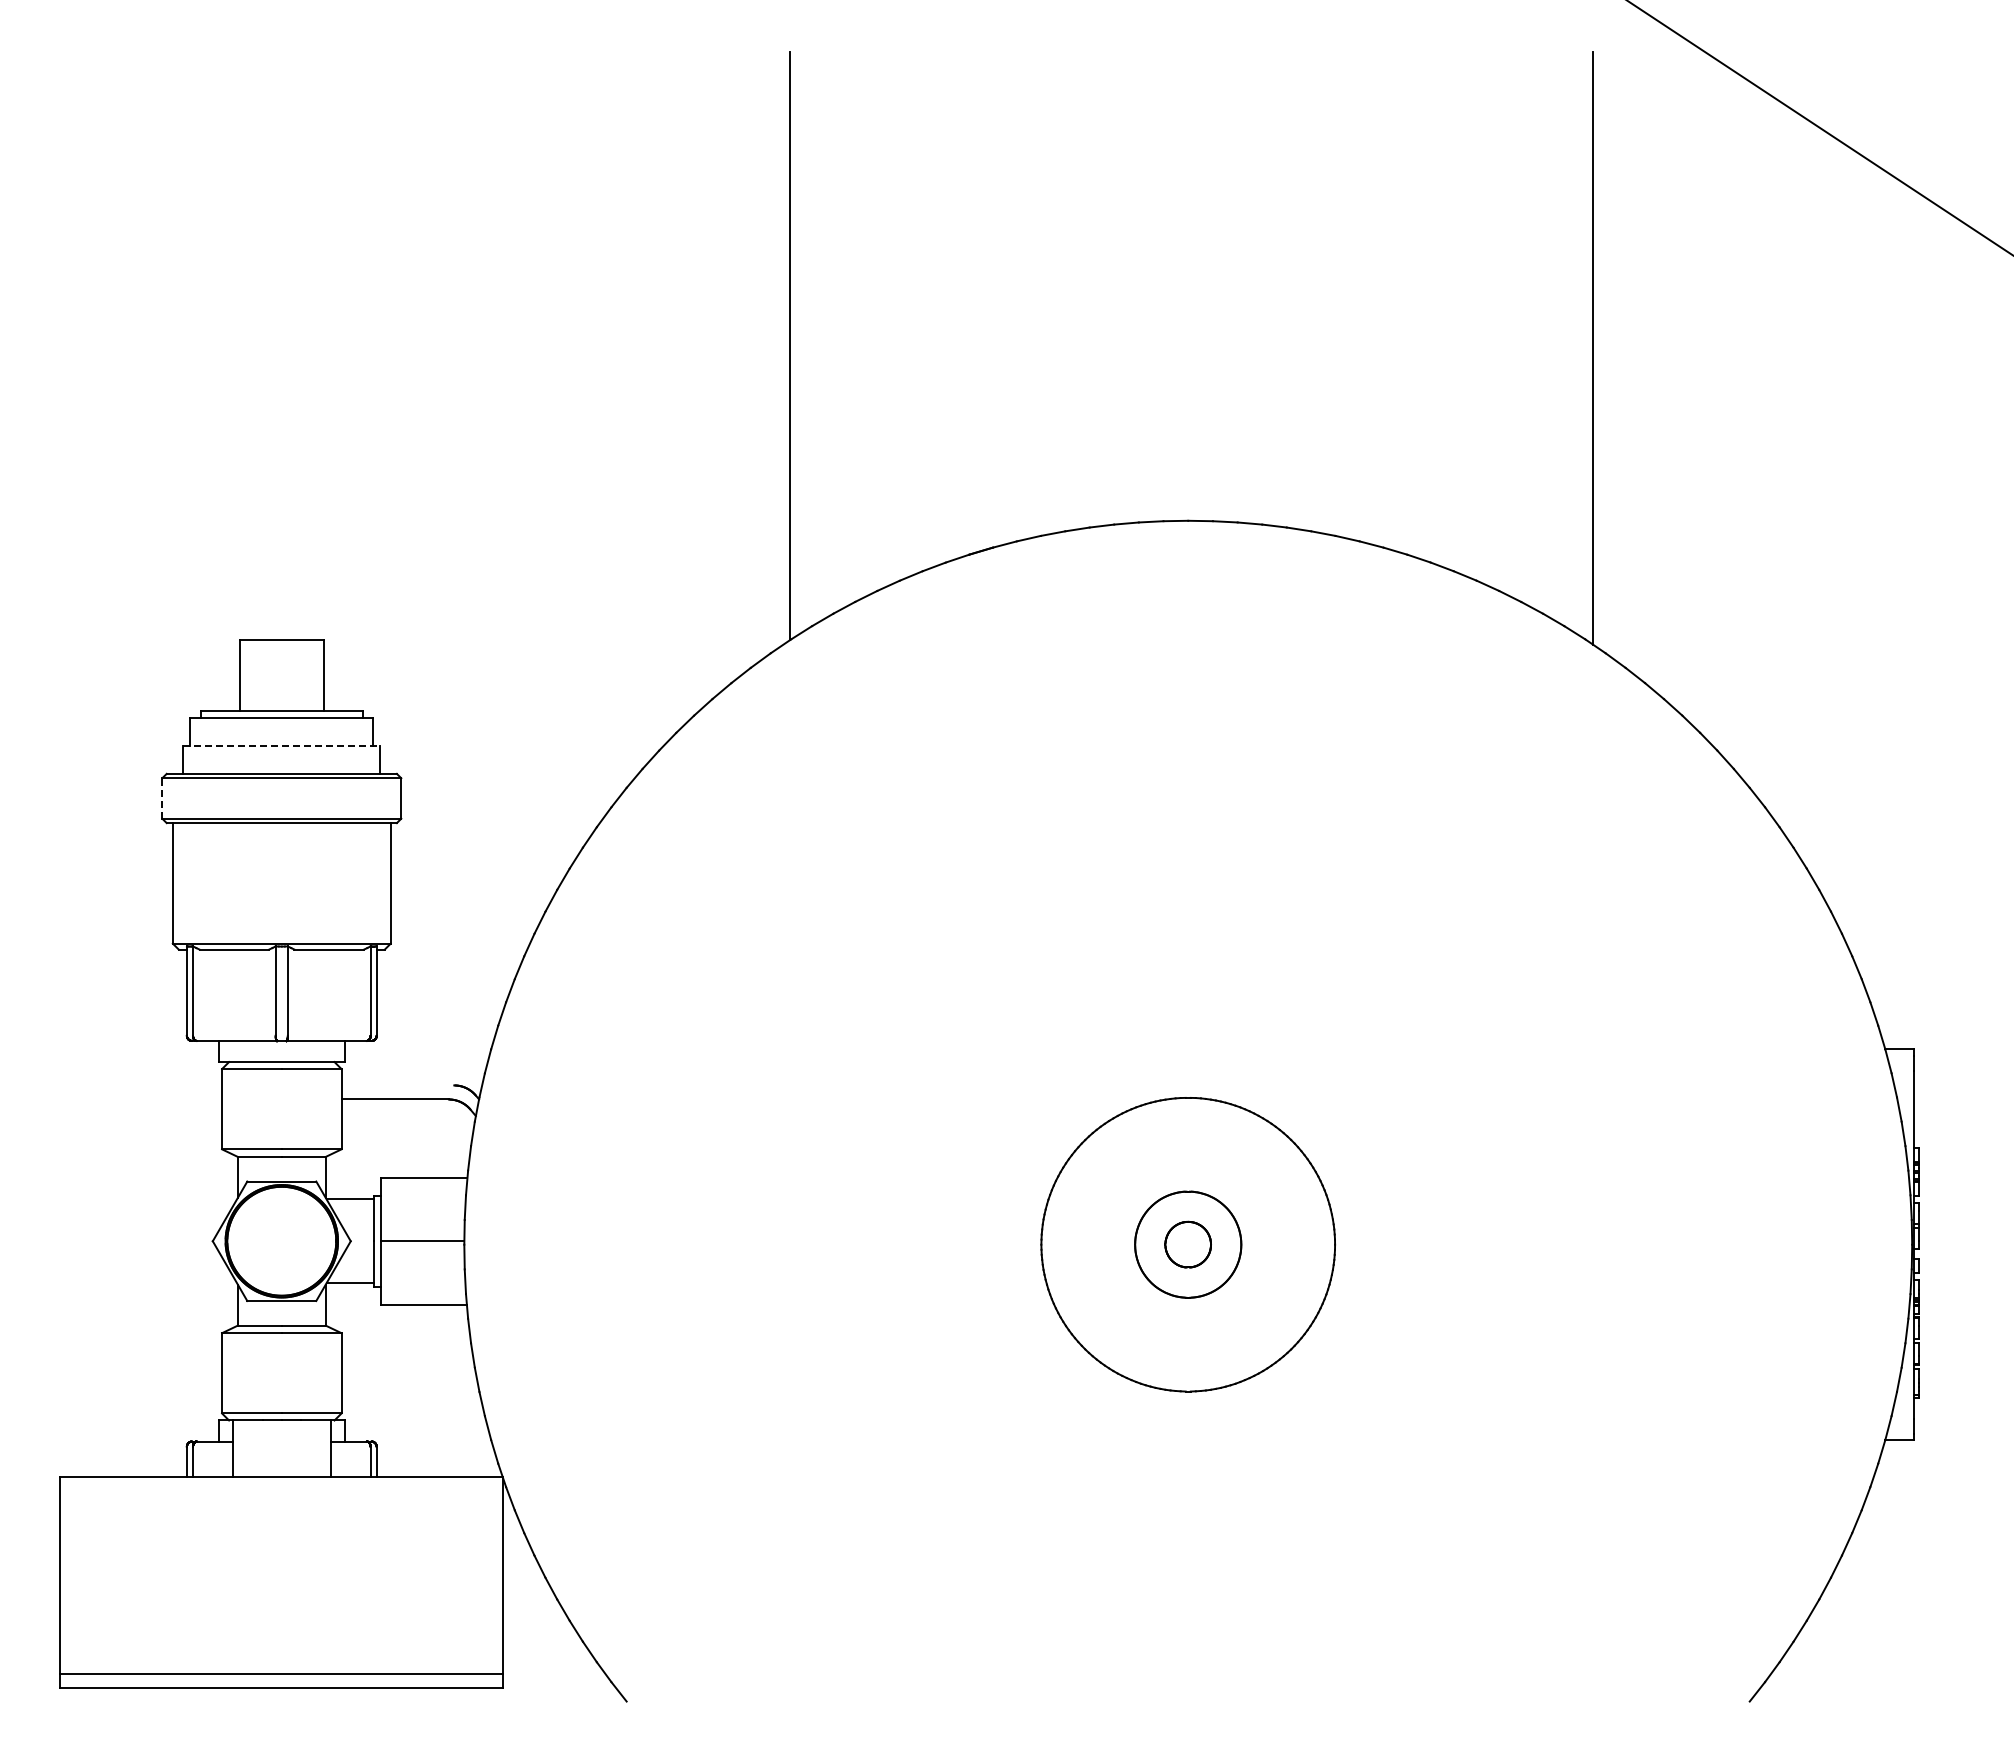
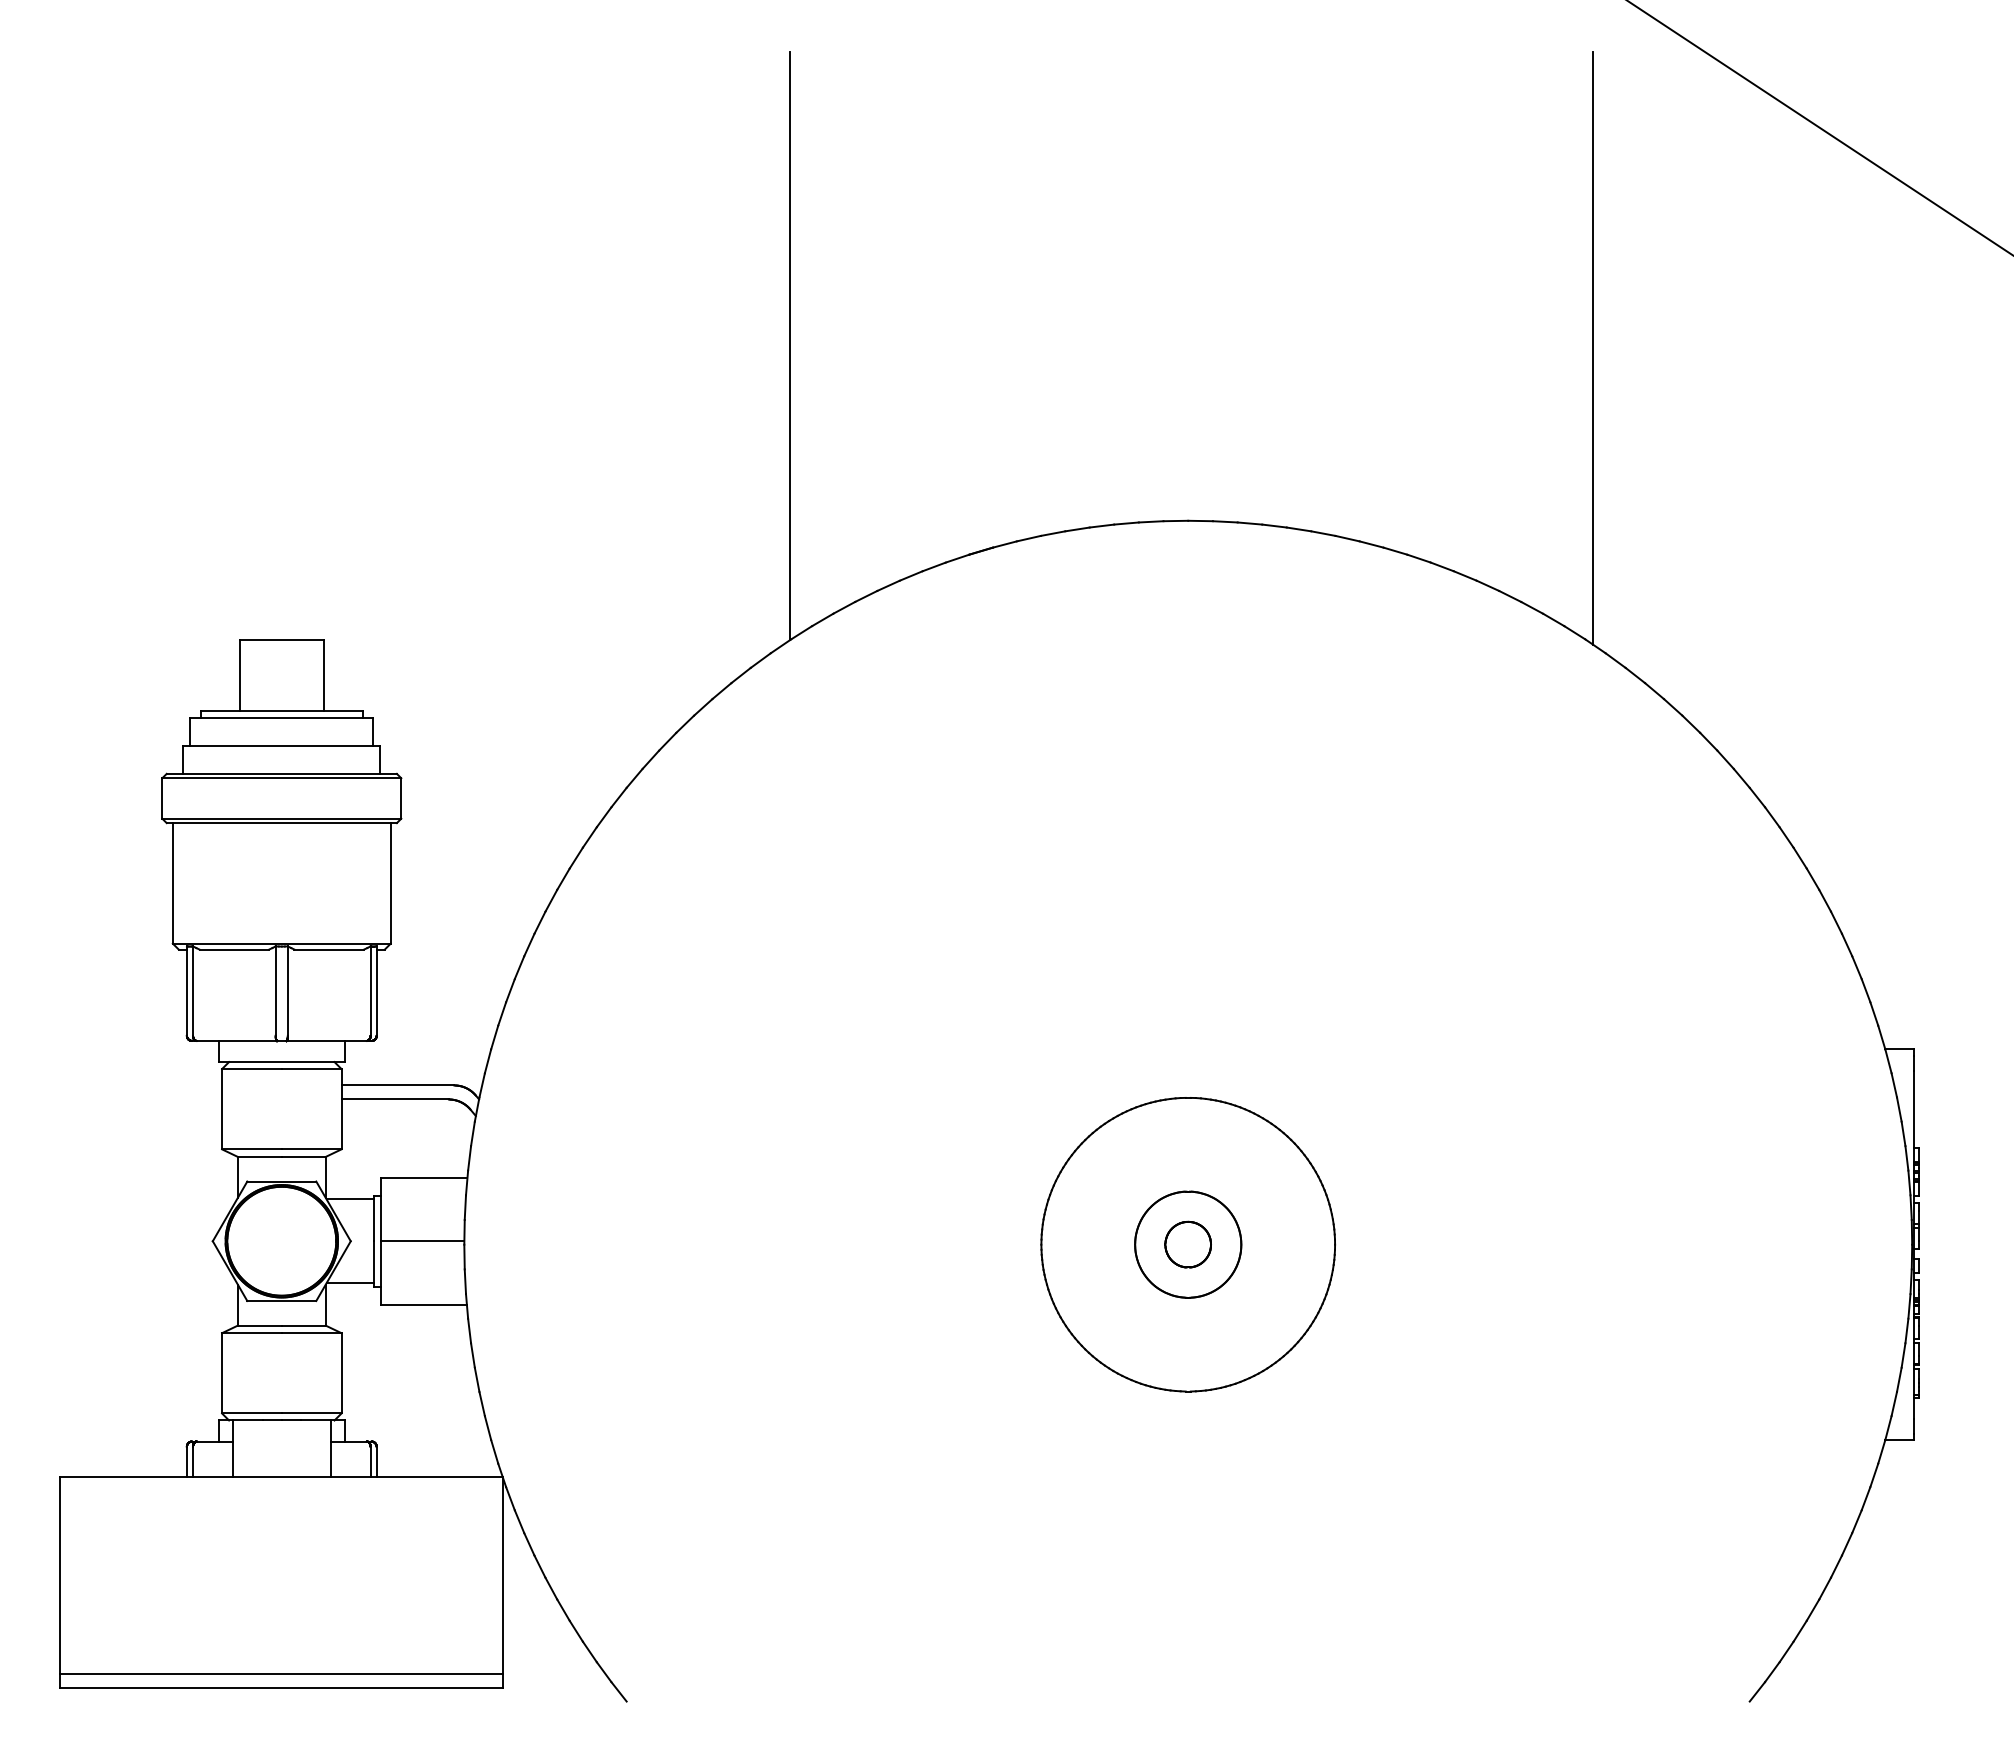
line at (282, 745): dashed -> solid
line at (162, 797): dashed -> solid
line at (397, 1085): none -> present
